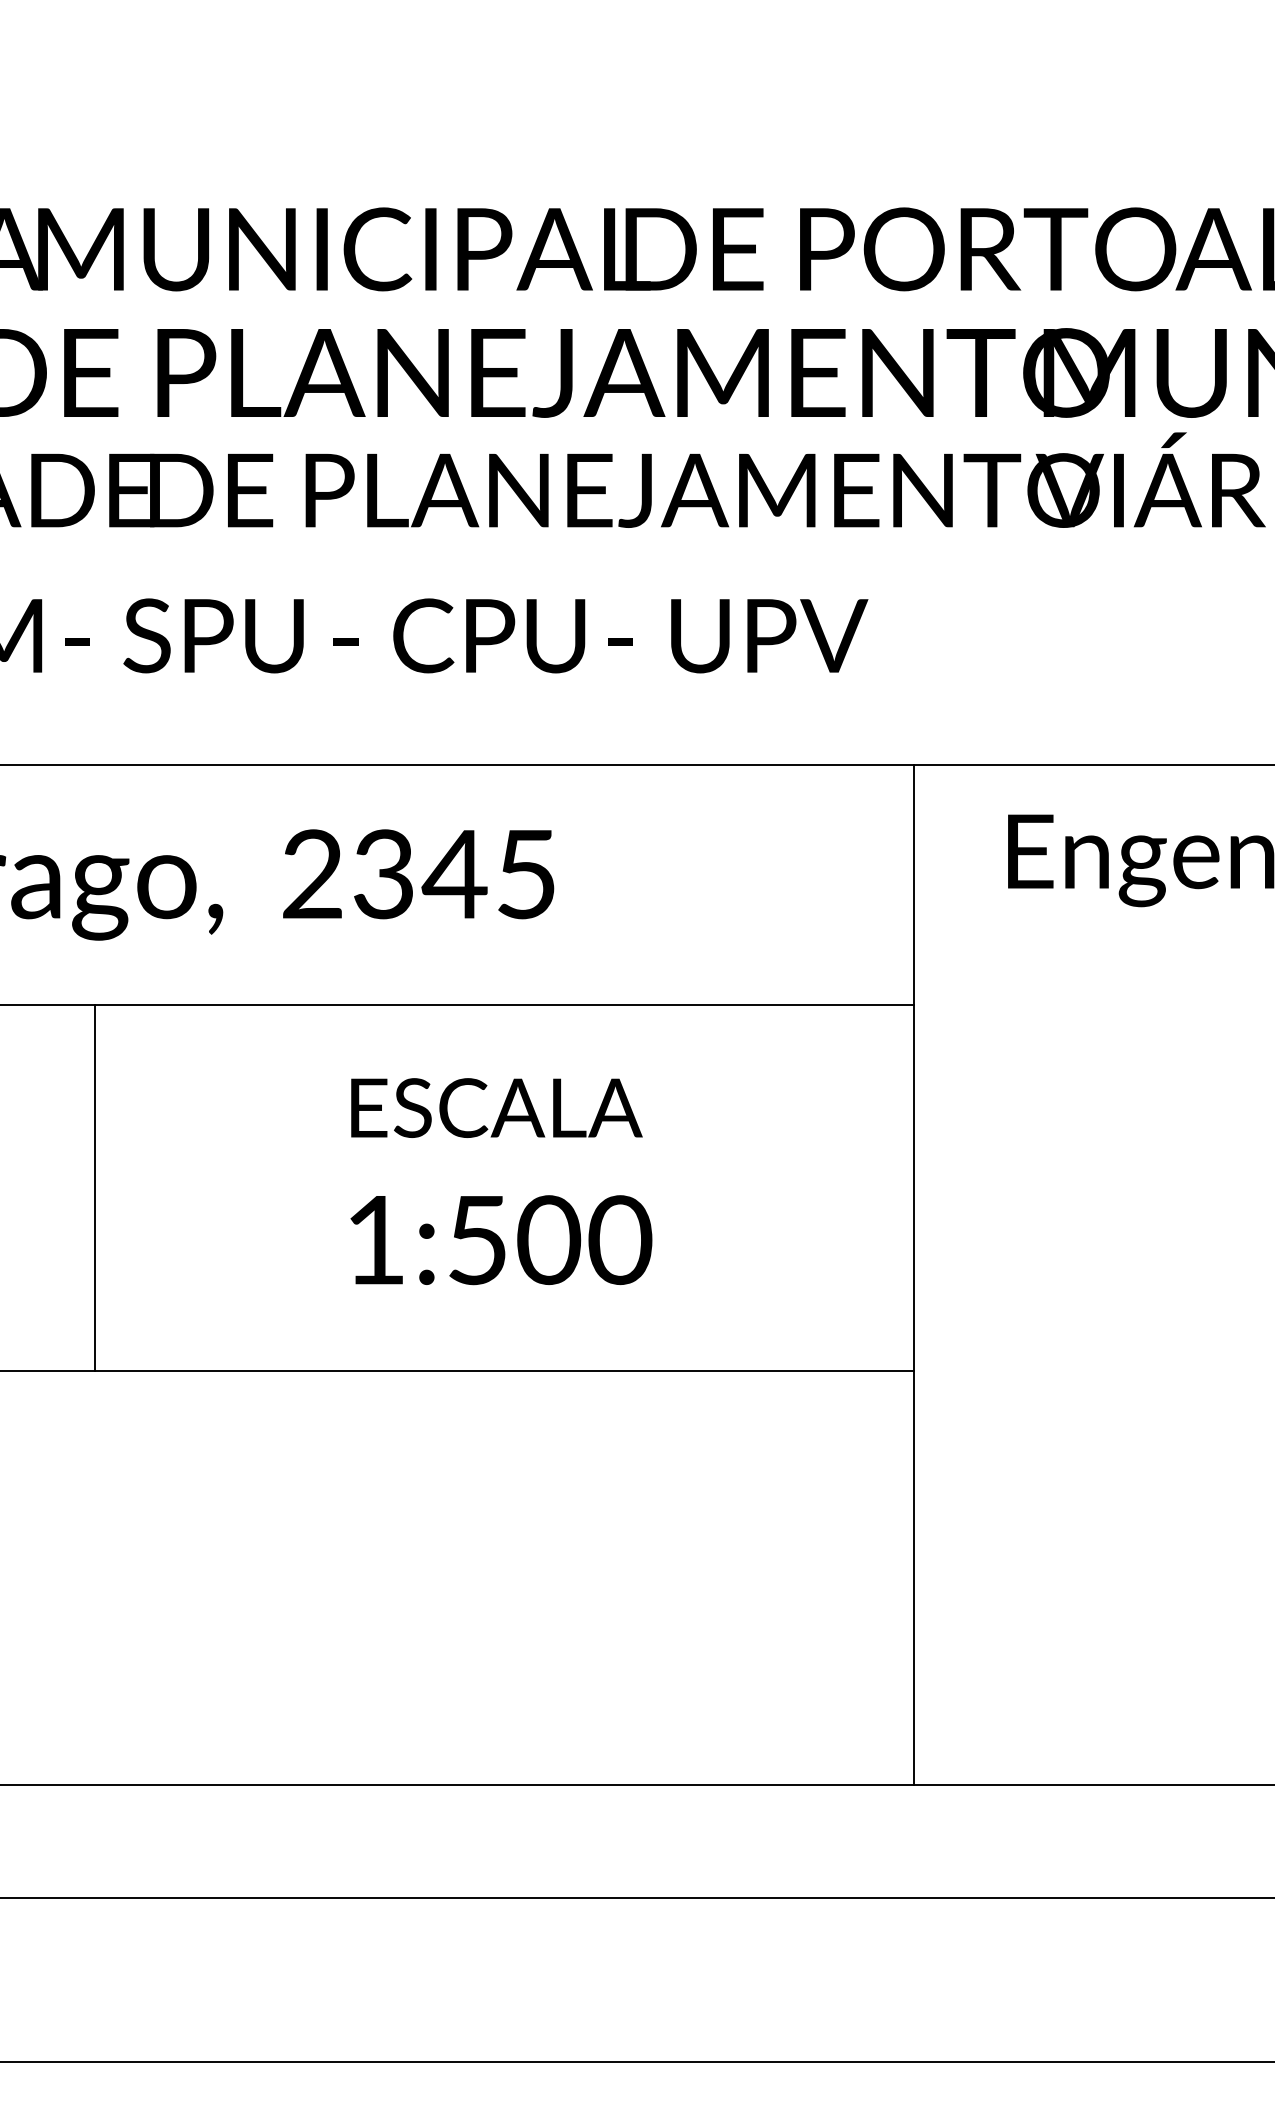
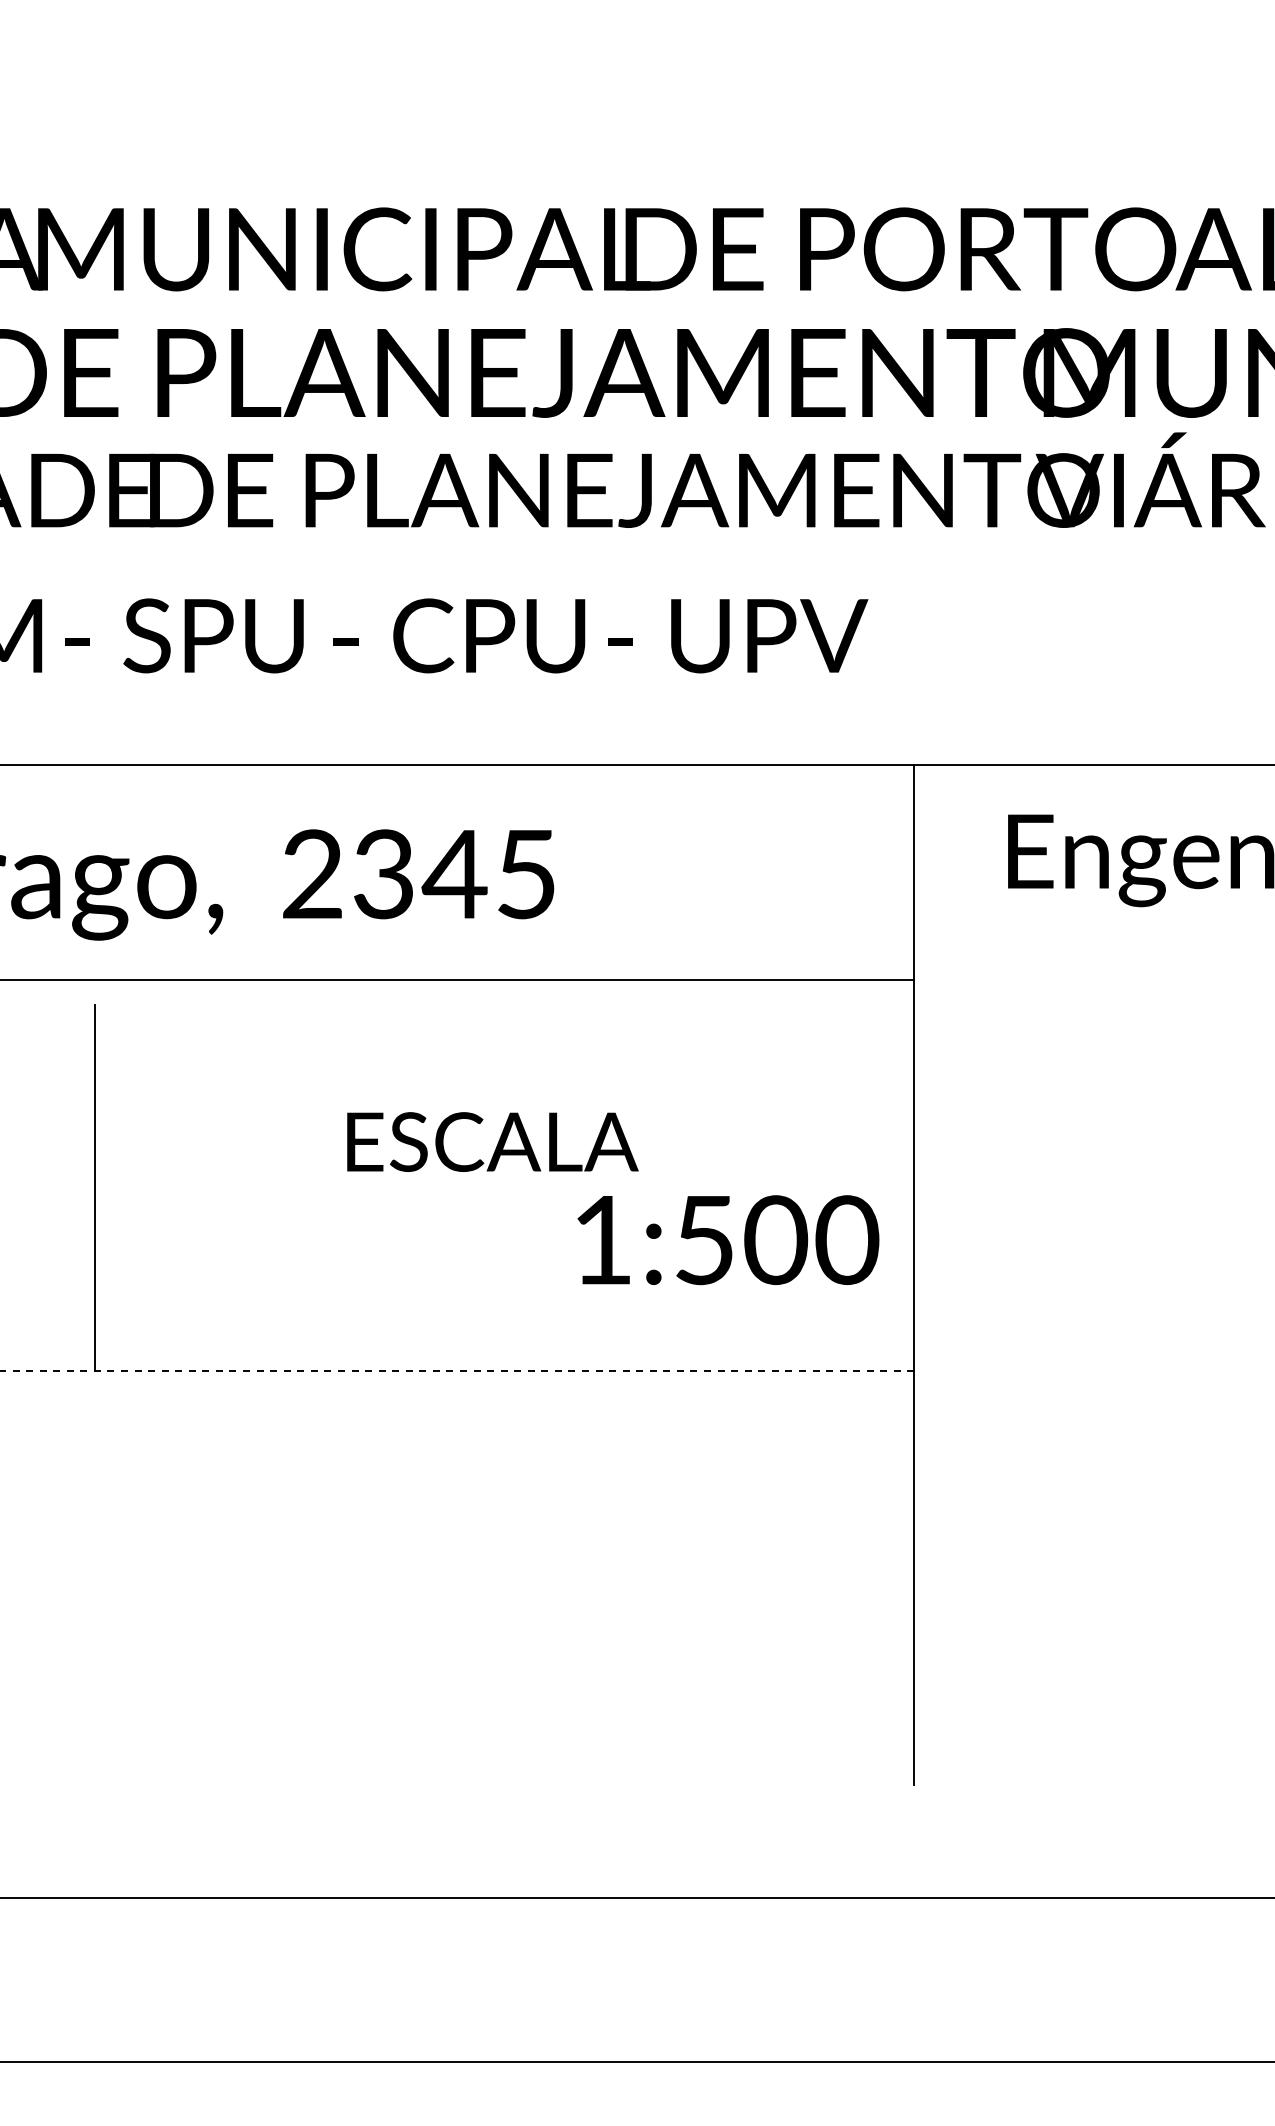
line at (458, 1004) position: (458, 1004) -> (458, 979)
text at (496, 1107) position: (496, 1107) -> (492, 1141)
text at (501, 1240) position: (501, 1240) -> (728, 1240)
line at (457, 1371): solid -> dashed
line at (636, 1785): present -> none
